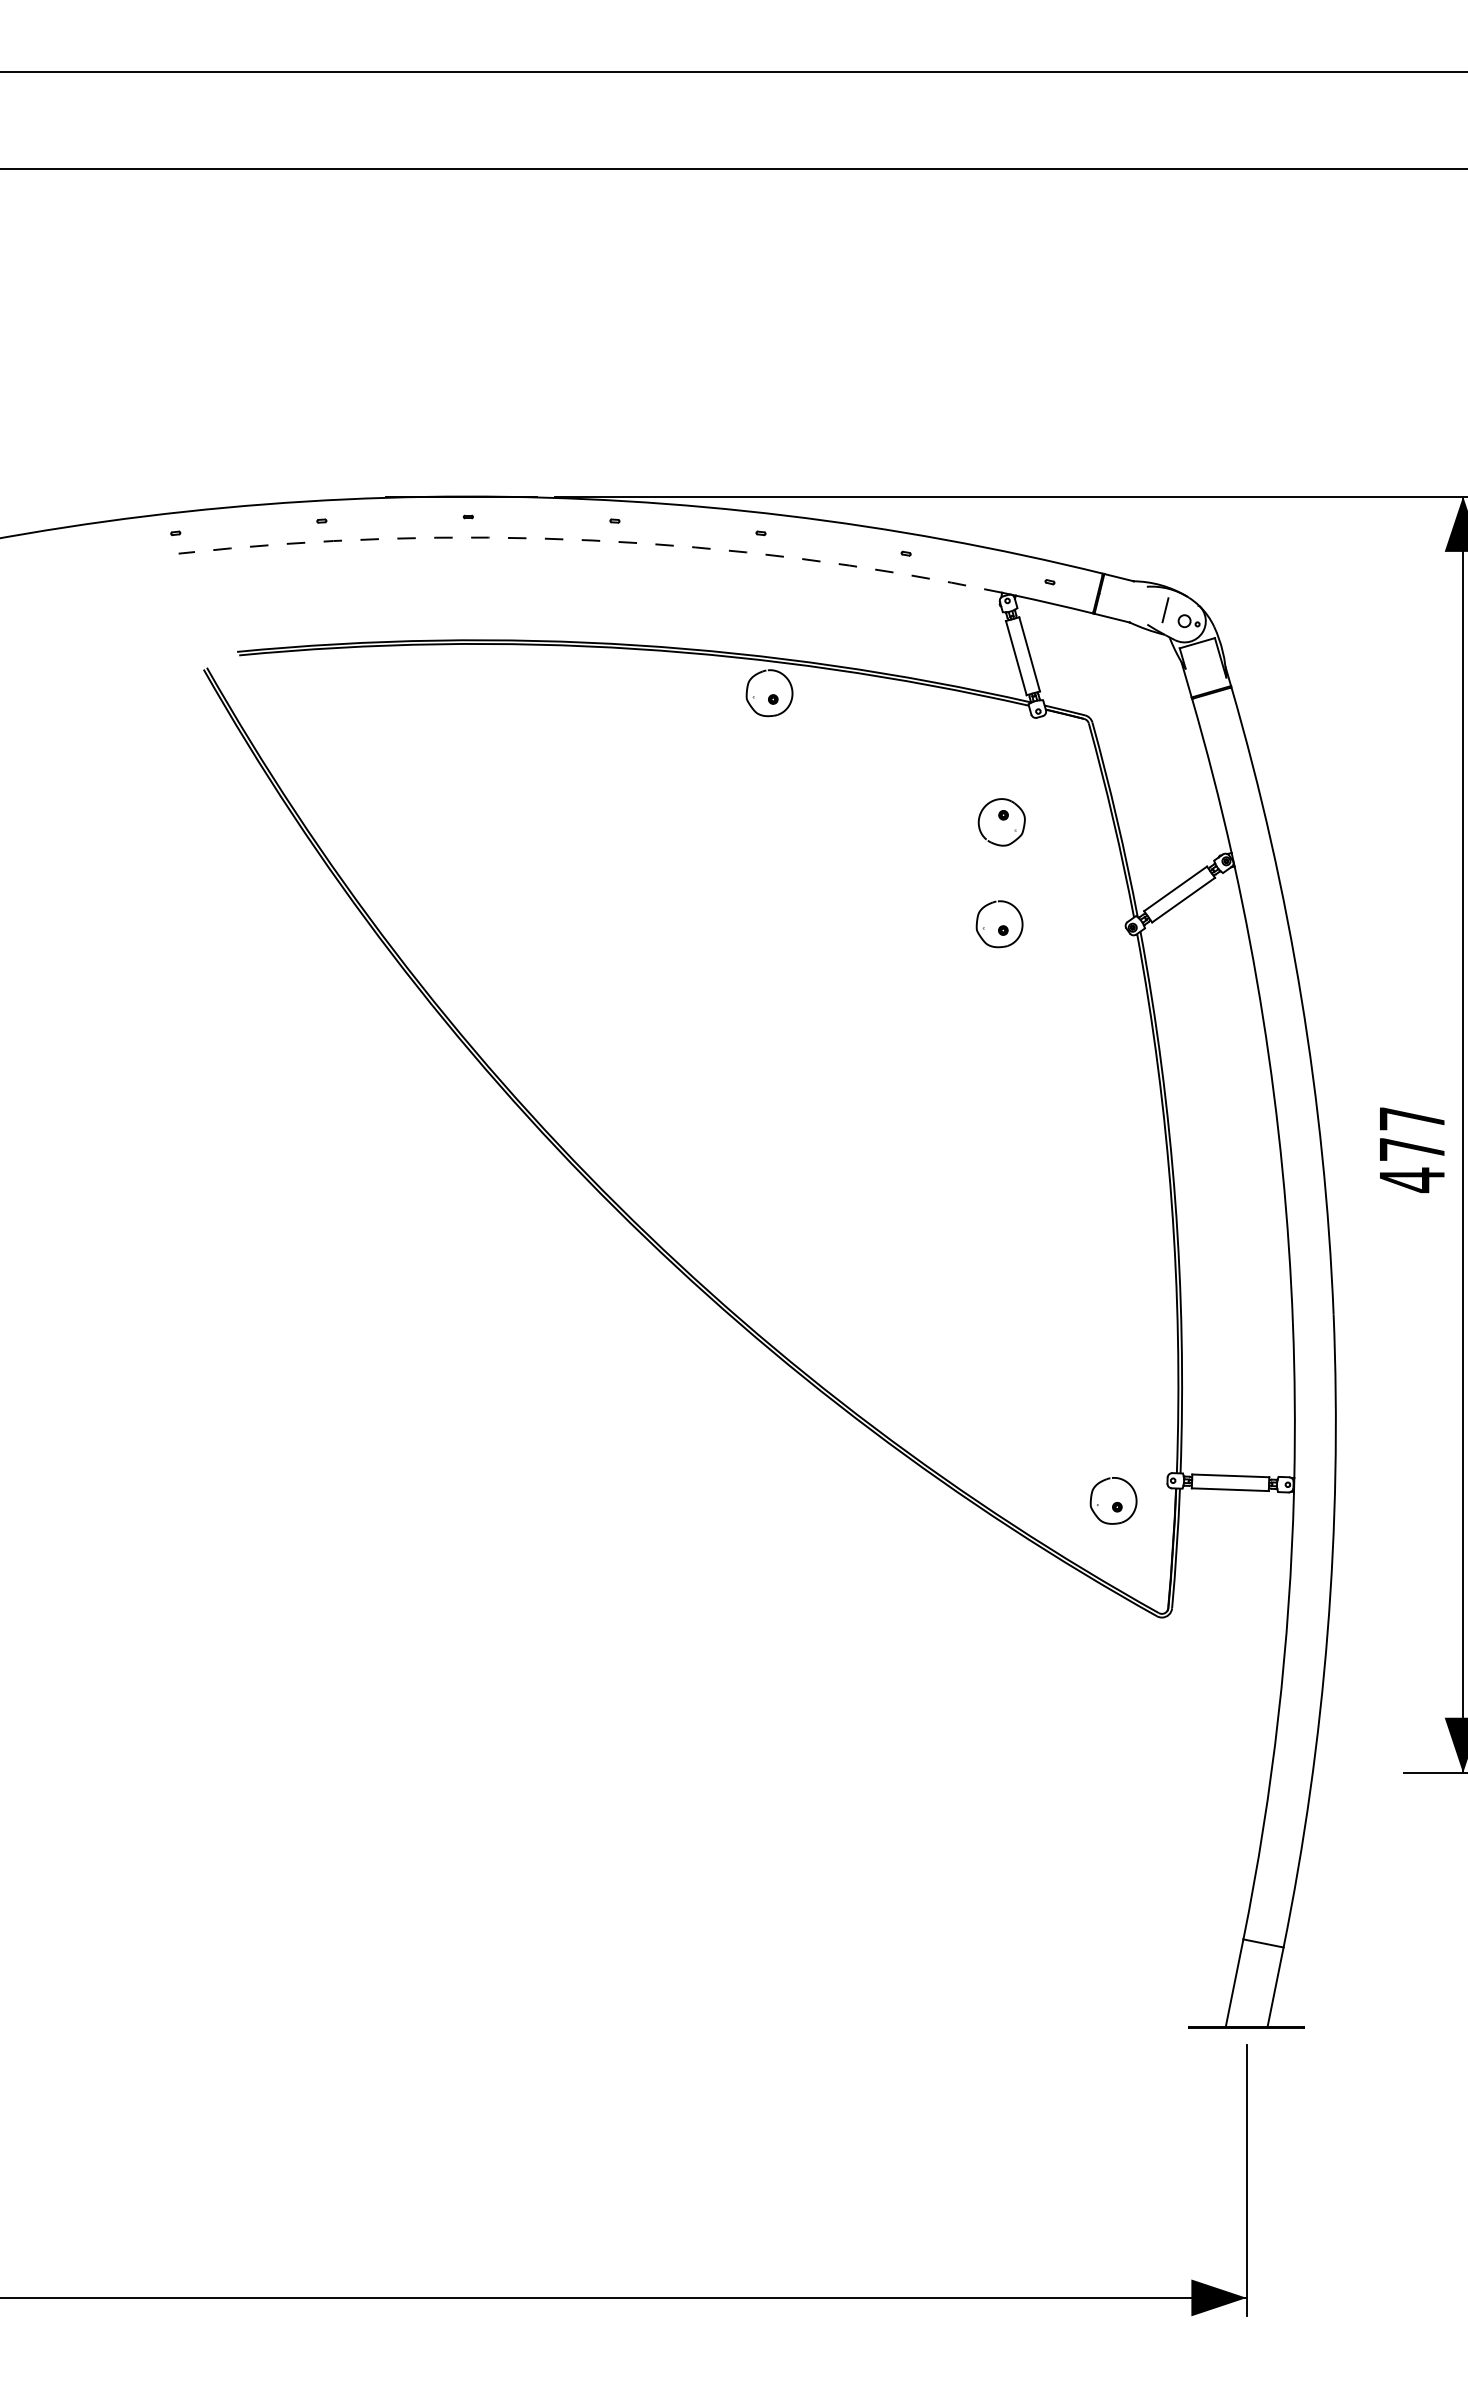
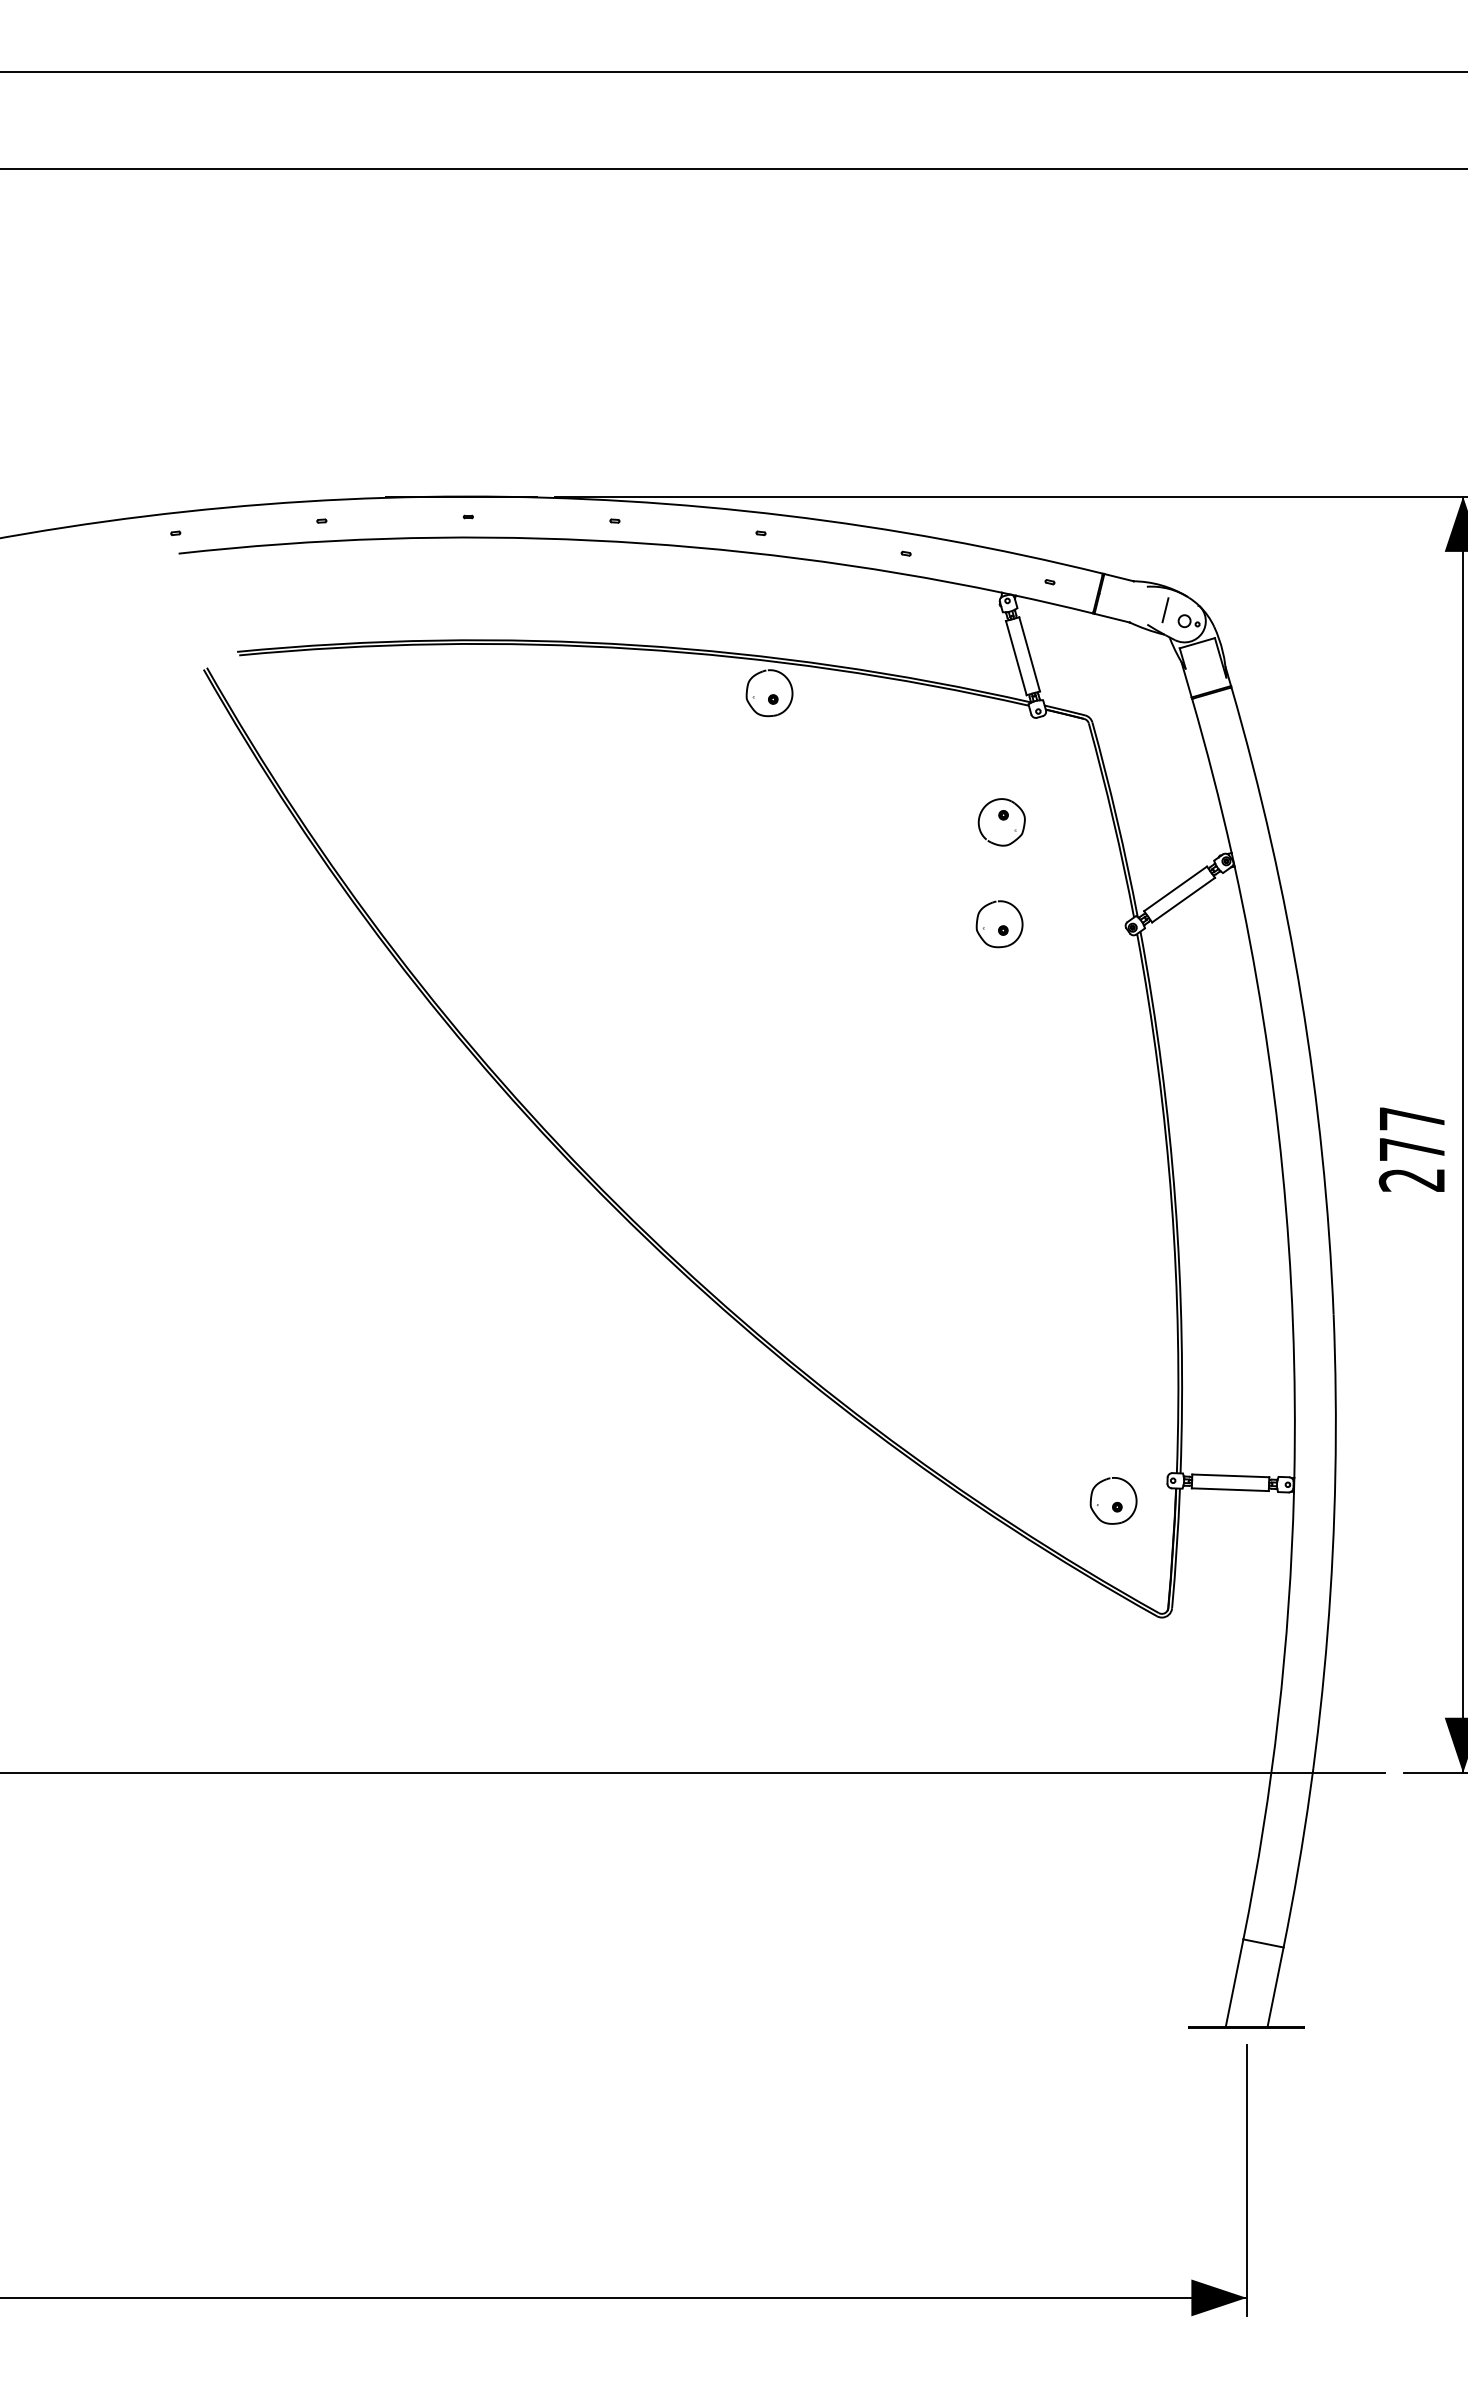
arc at (592, 540): dashed -> solid
text at (1411, 1180): 477 -> 277
line at (693, 1773): none -> present
